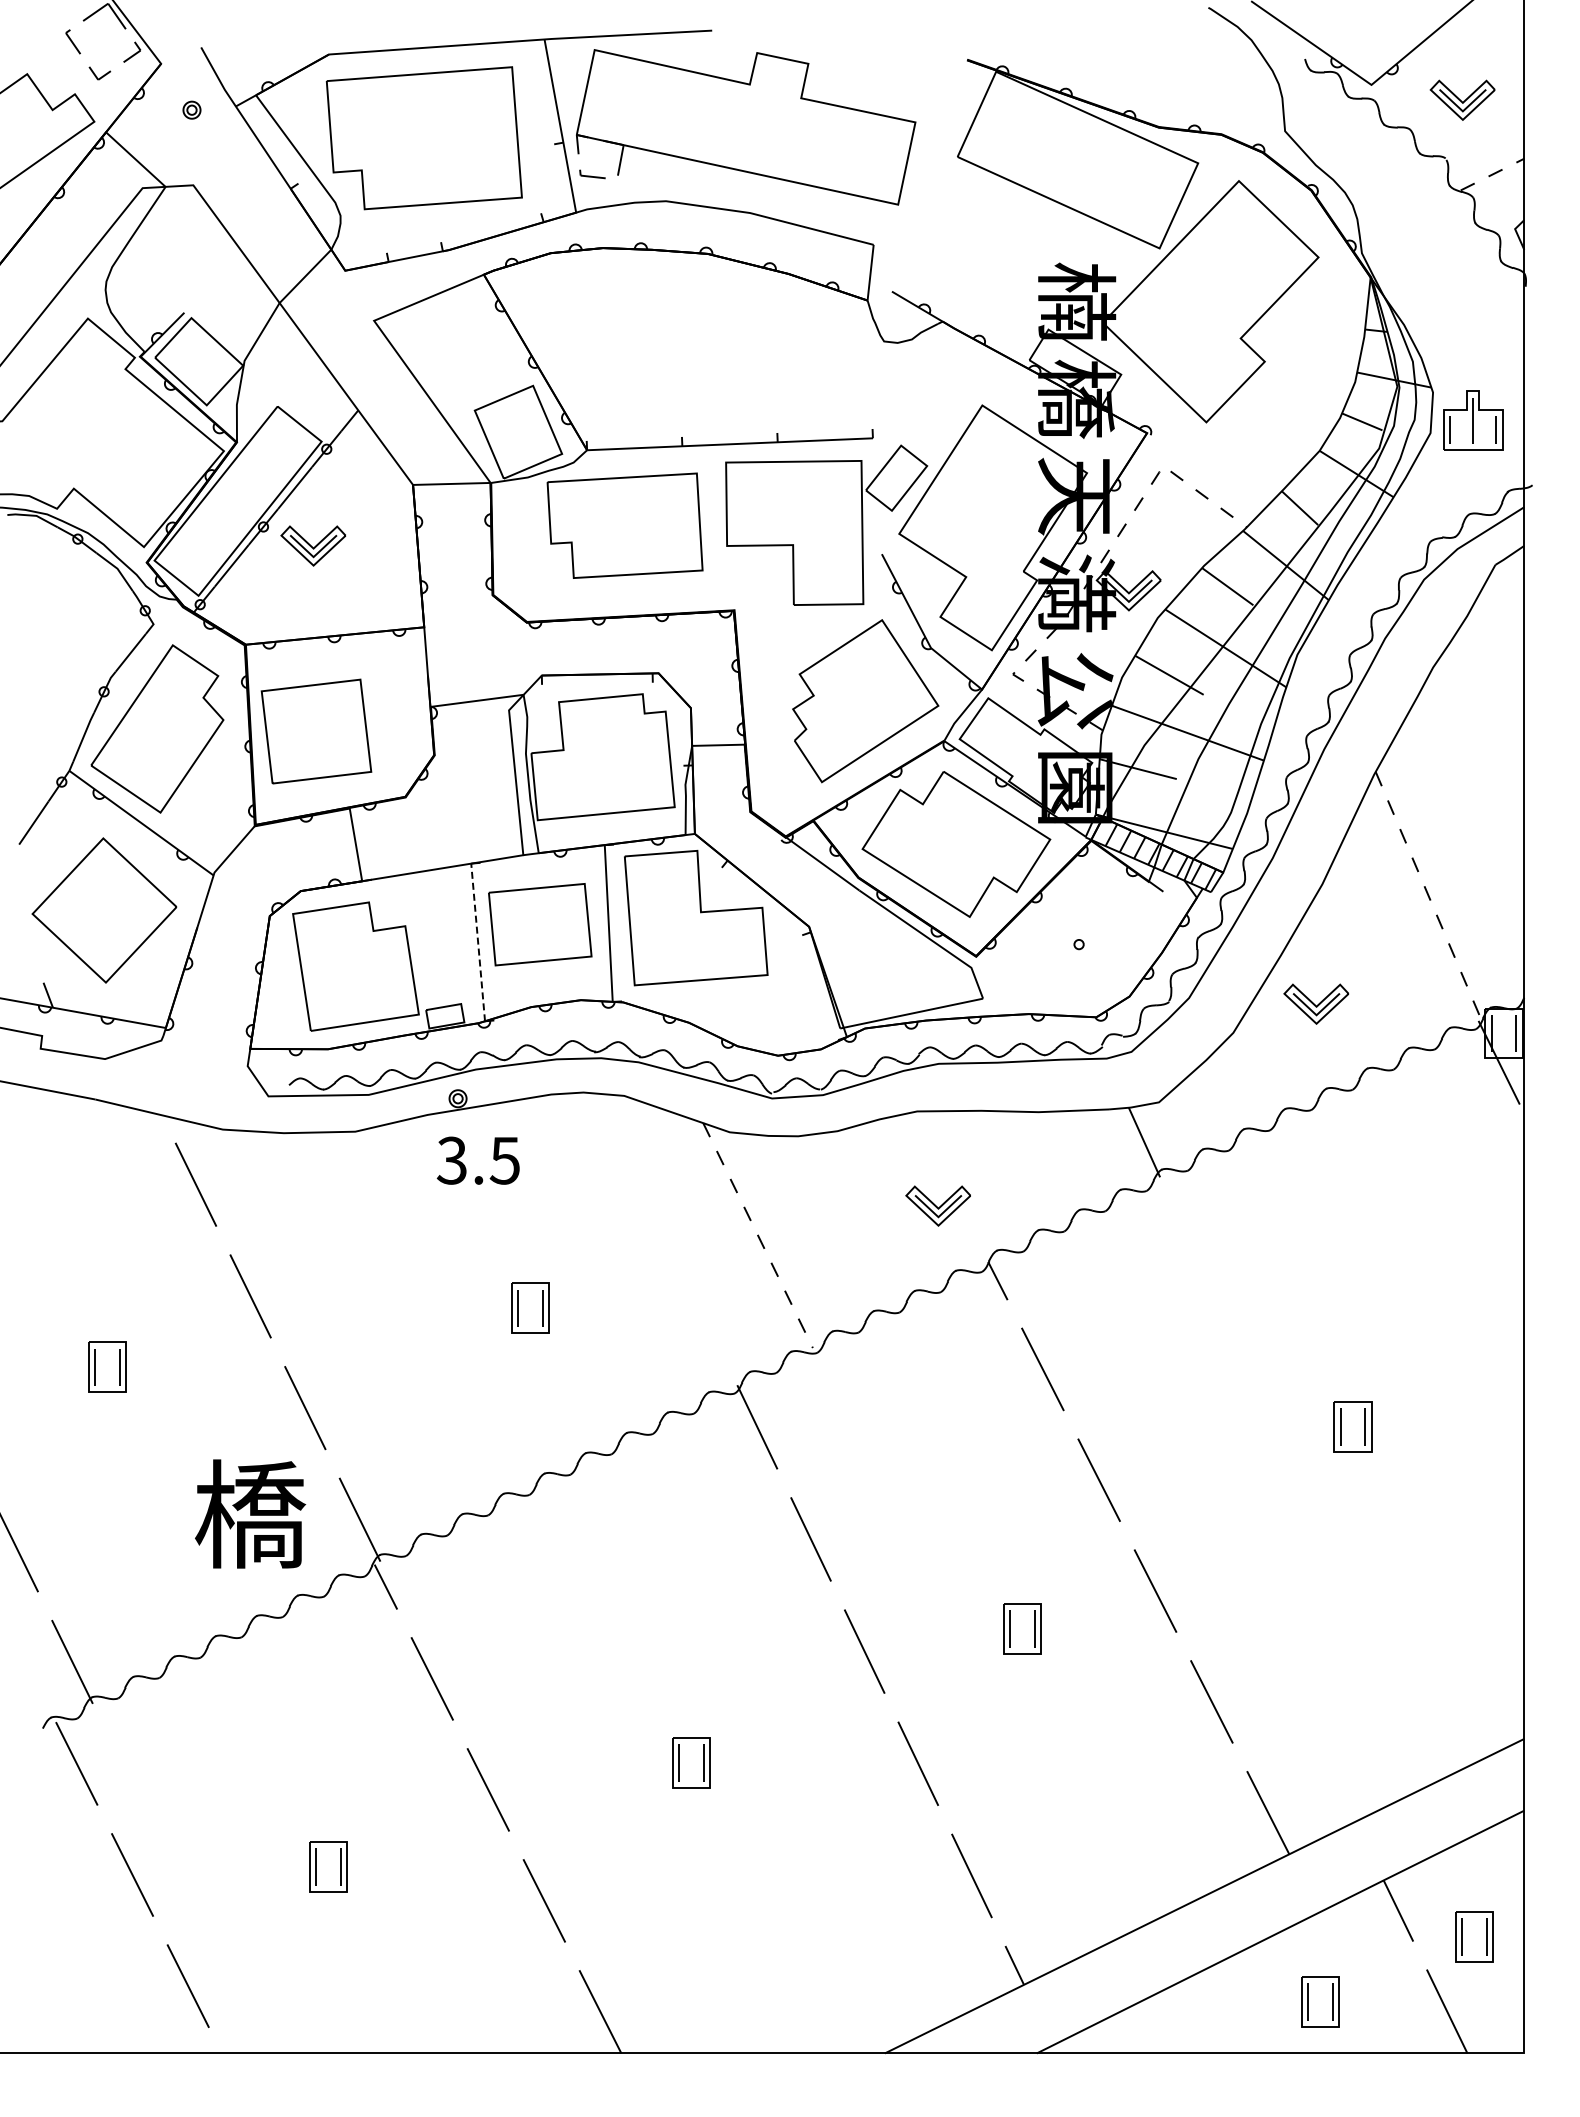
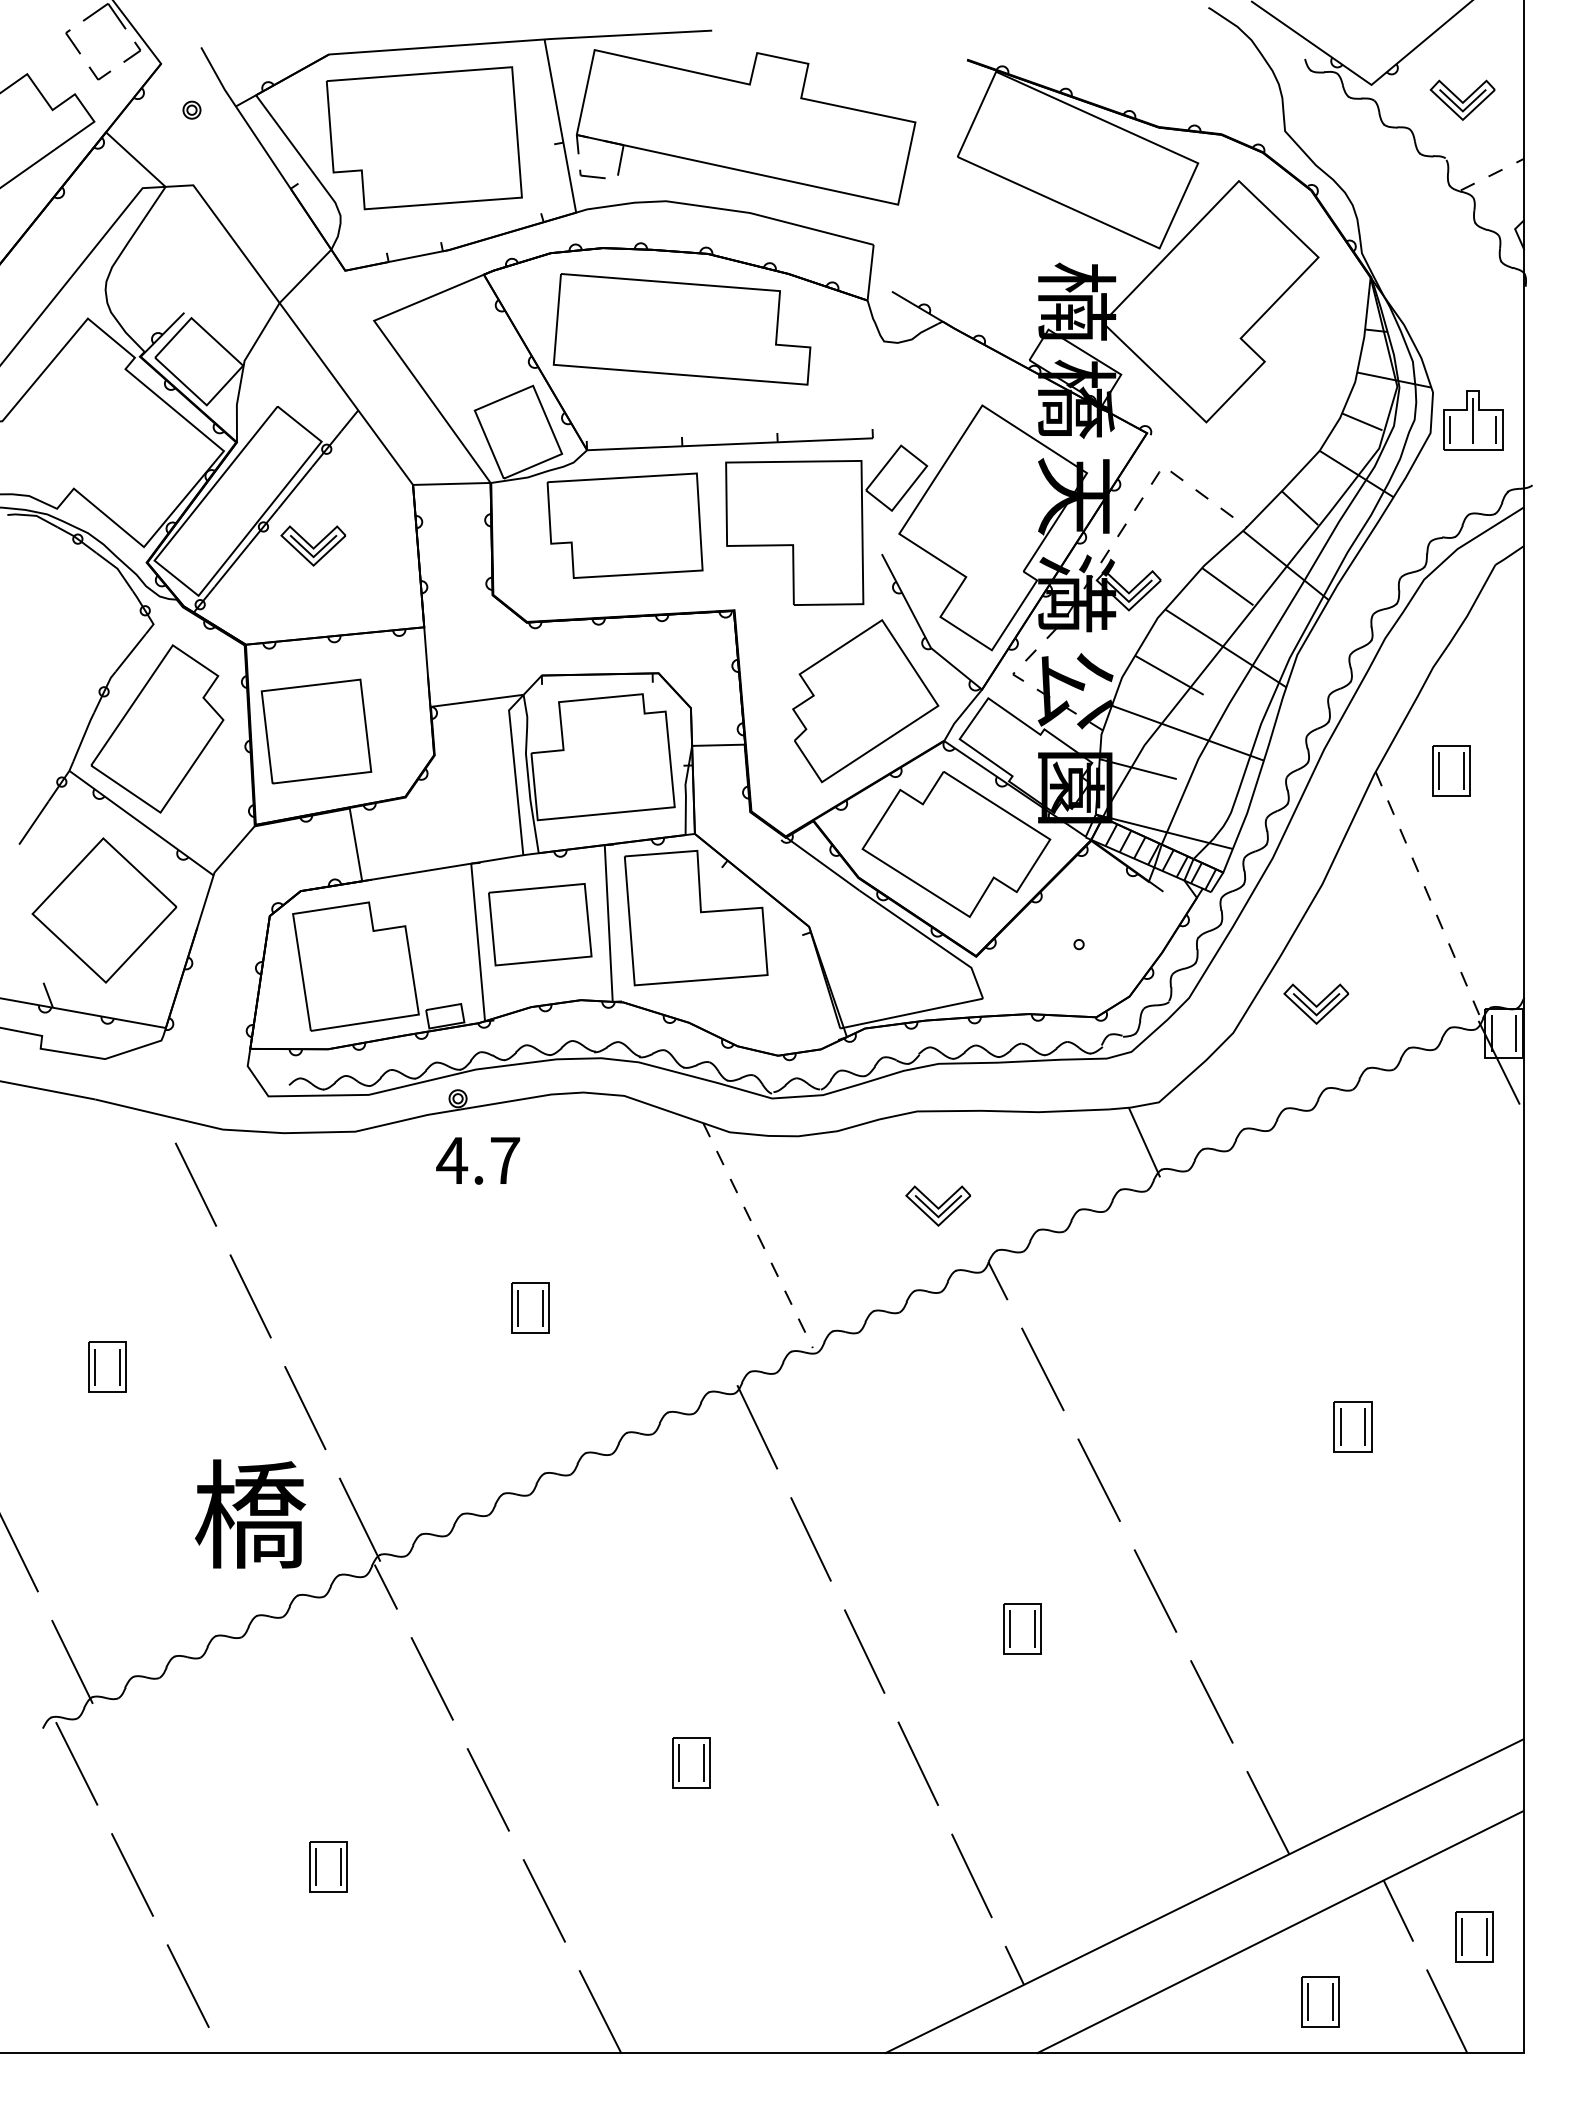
part at (681, 329): none -> present
part at (1451, 770): none -> present
line at (478, 941): dashed -> solid
text at (478, 1160): 3.5 -> 4.7
